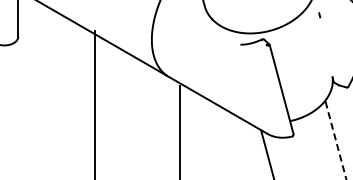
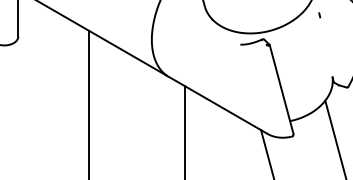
line at (94, 103) position: (94, 103) -> (88, 103)
line at (179, 131) position: (179, 131) -> (184, 131)
line at (335, 140): dashed -> solid
